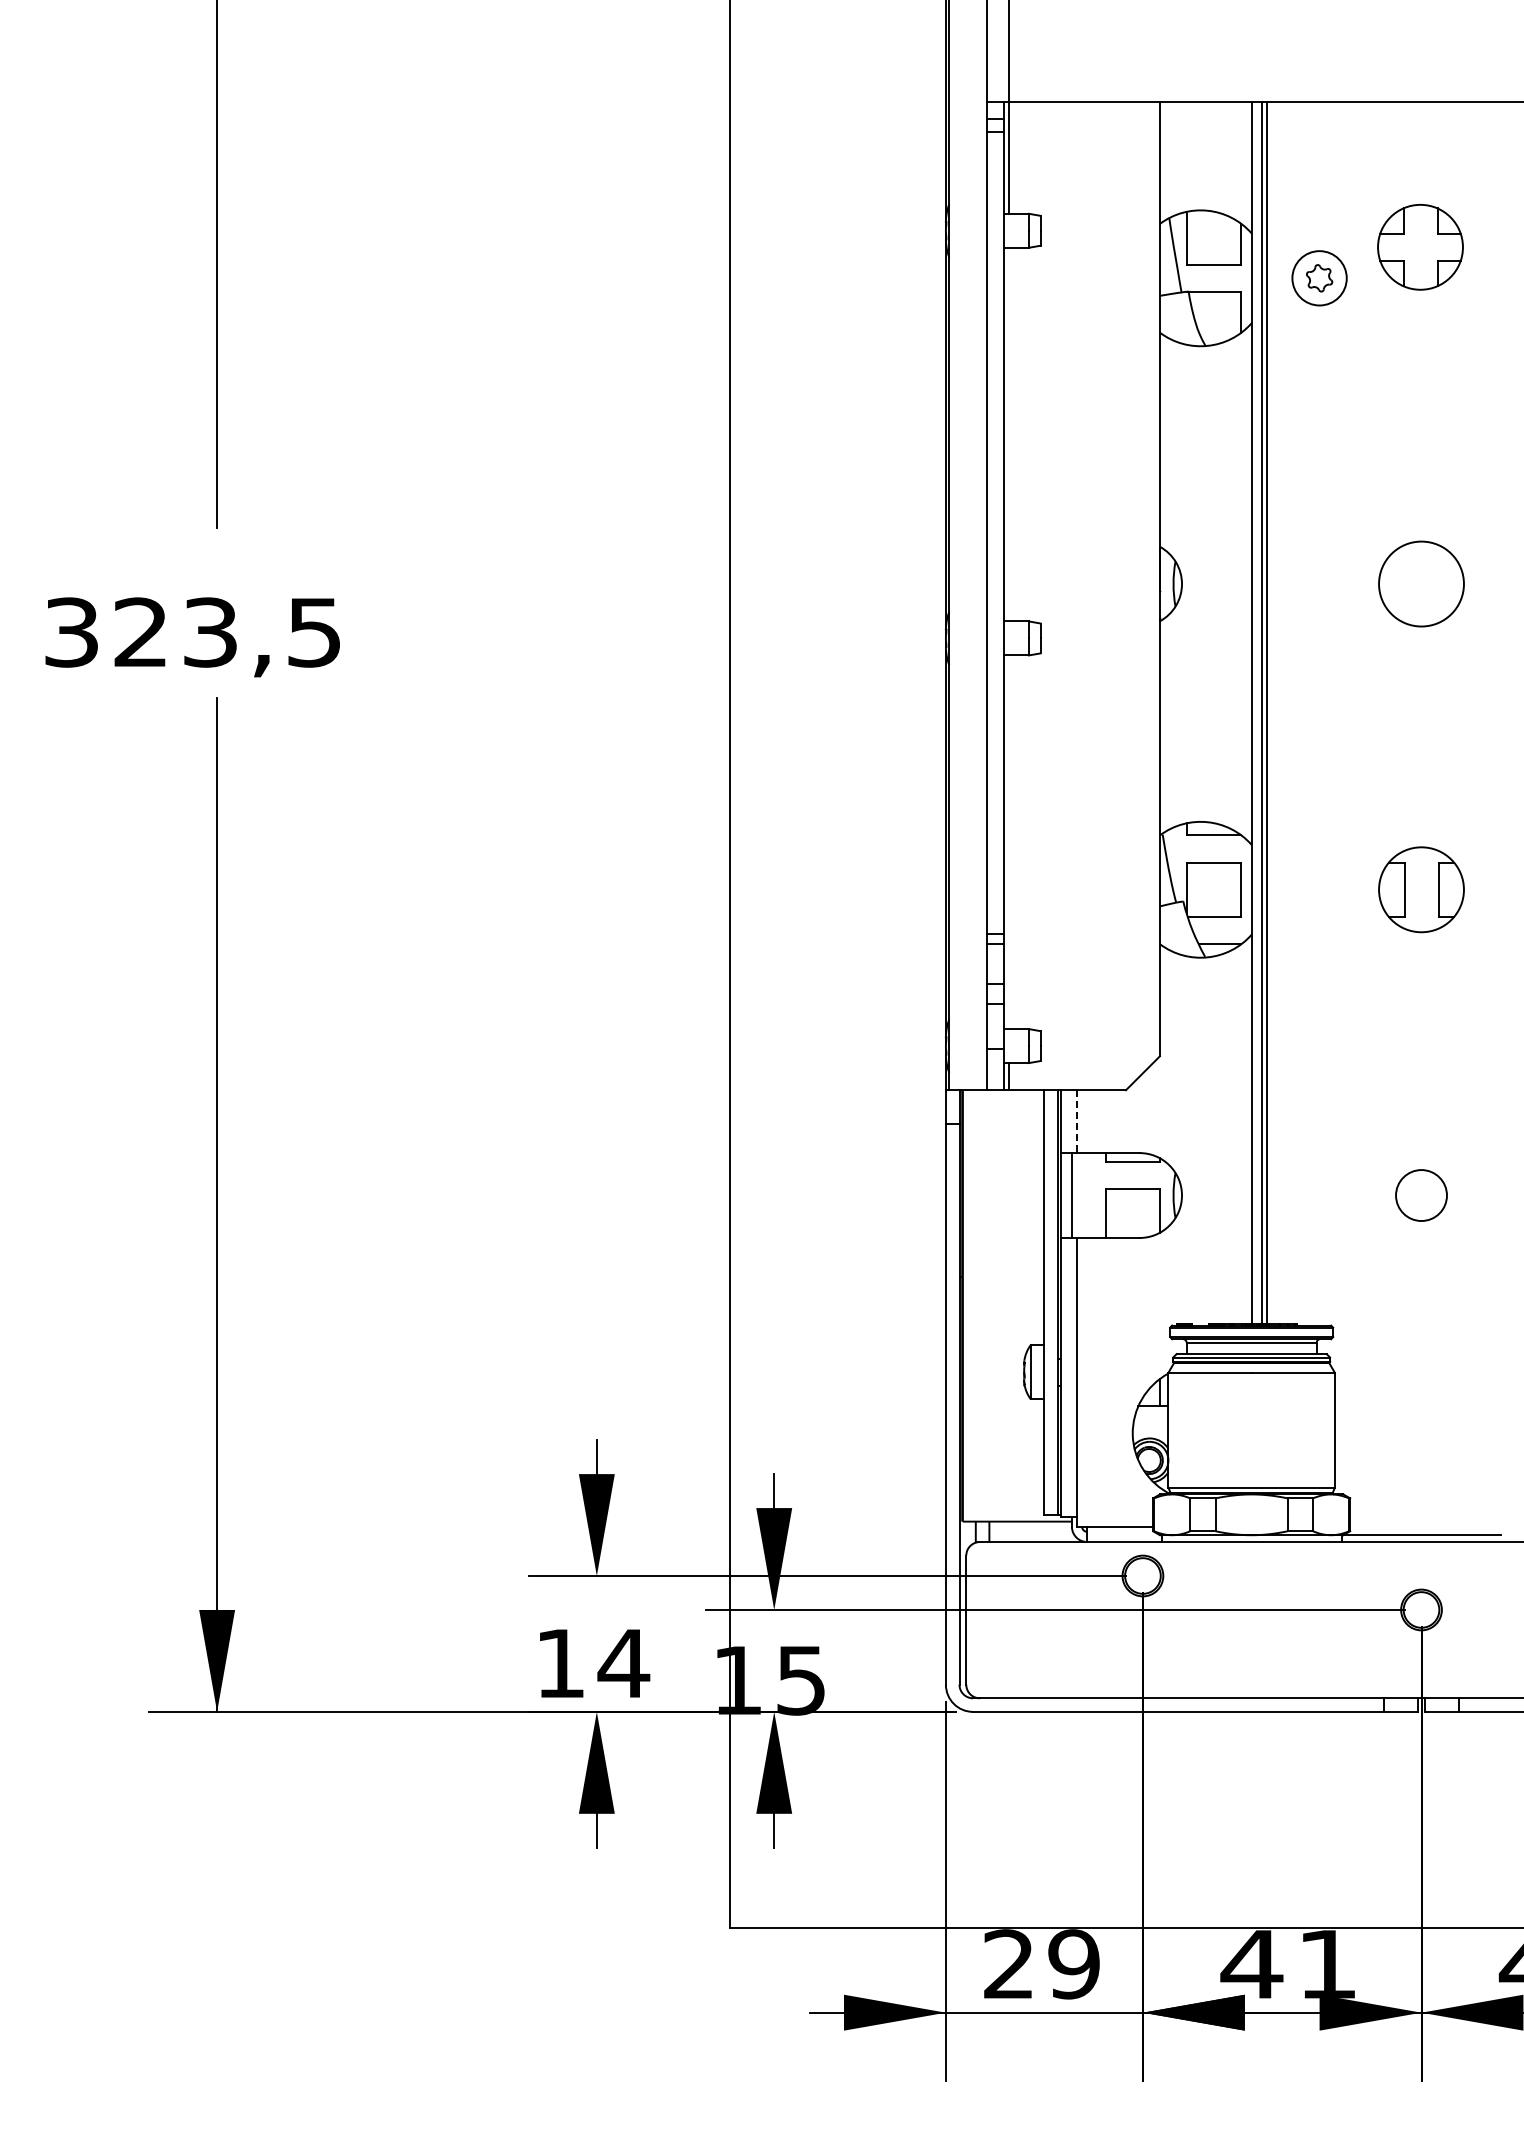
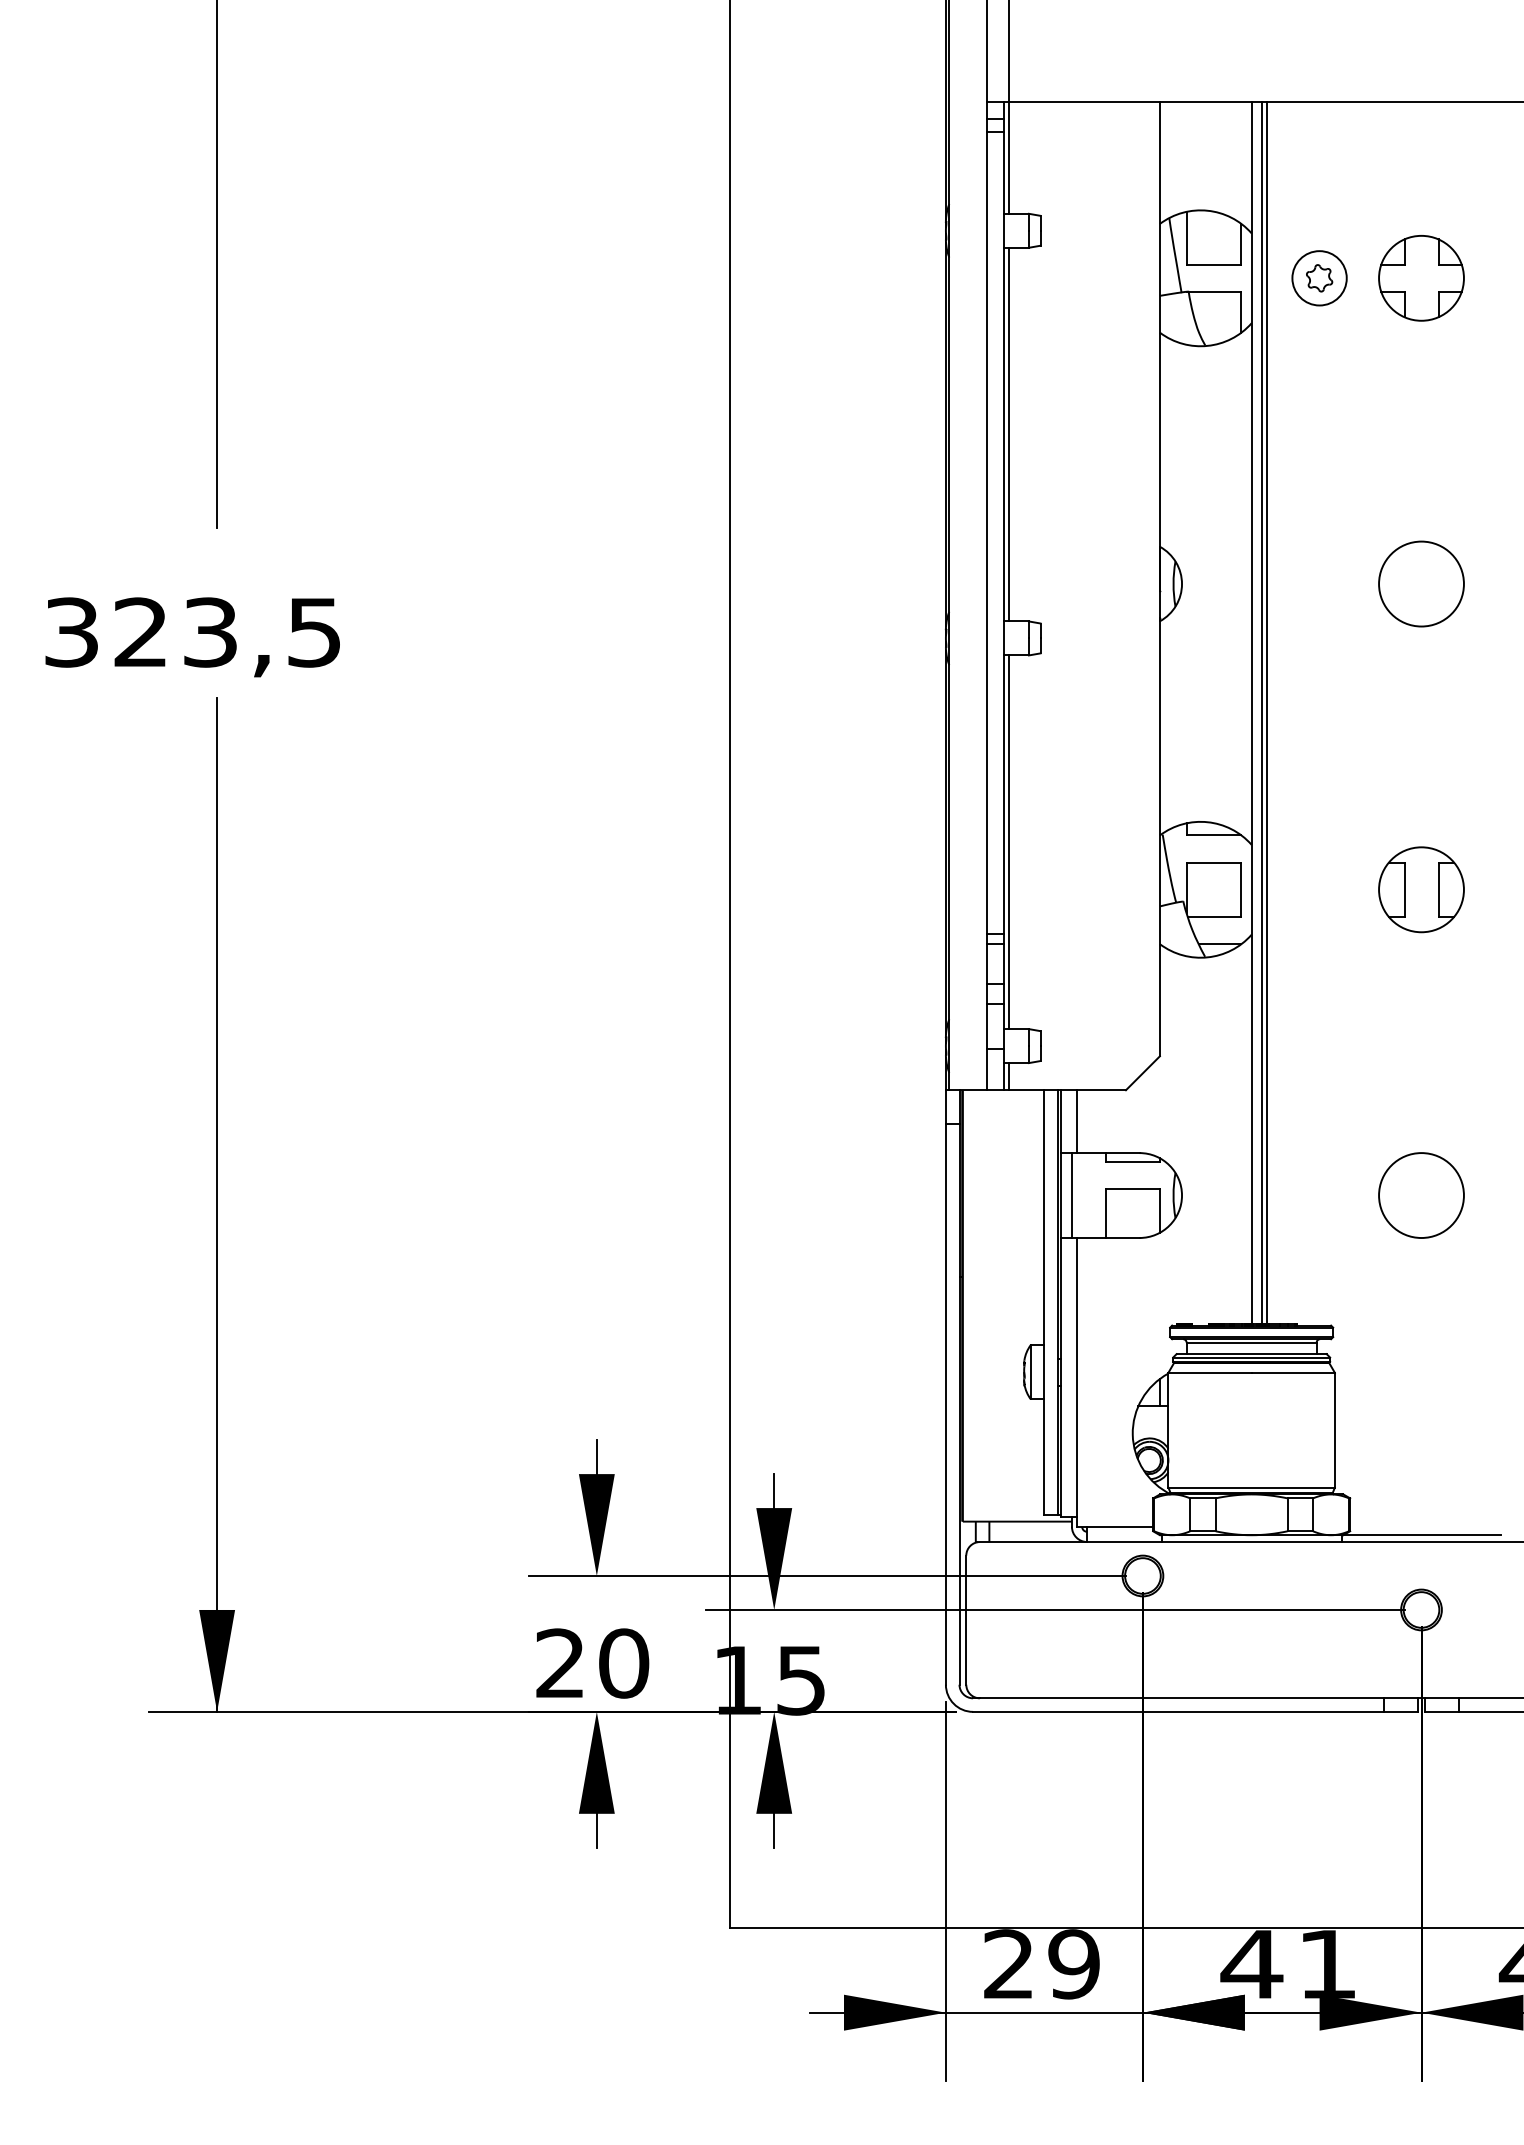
part at (1420, 247) position: (1420, 247) -> (1421, 278)
line at (1008, 434): none -> present
line at (1008, 842): none -> present
line at (1076, 1122): dashed -> solid
circle at (1421, 1195) diameter: 51 px -> 85 px
text at (593, 1663): 14 -> 20
